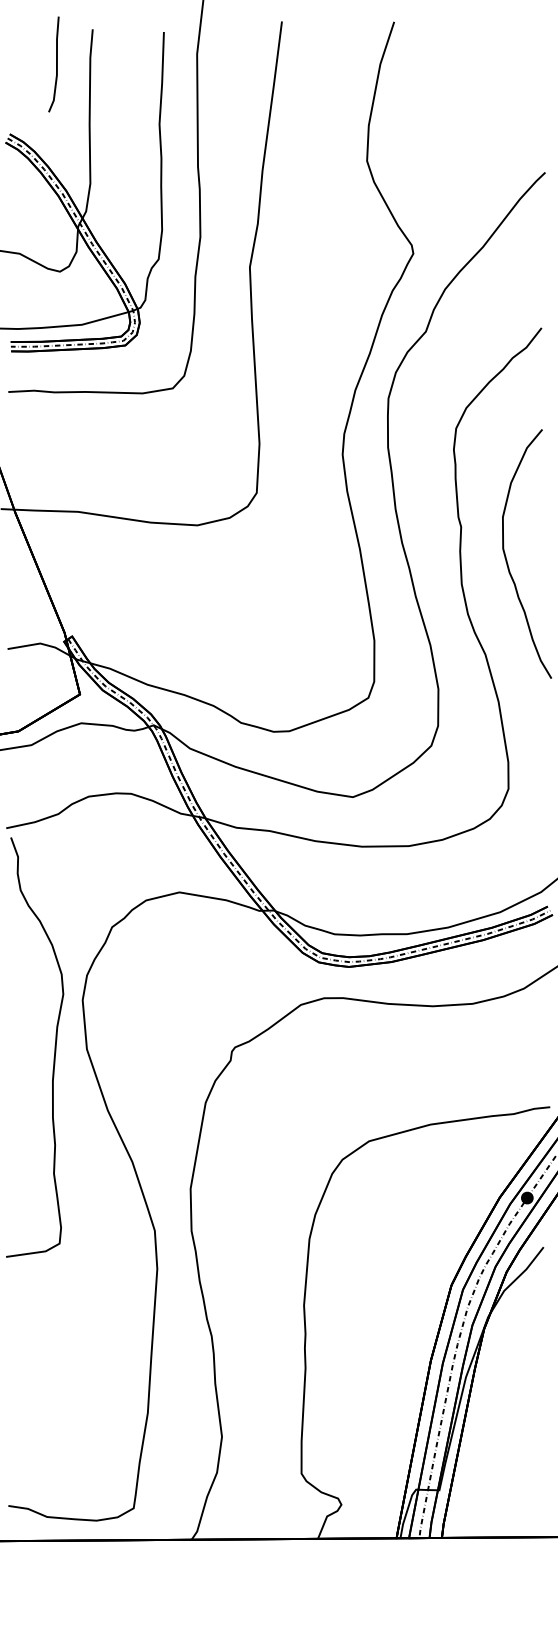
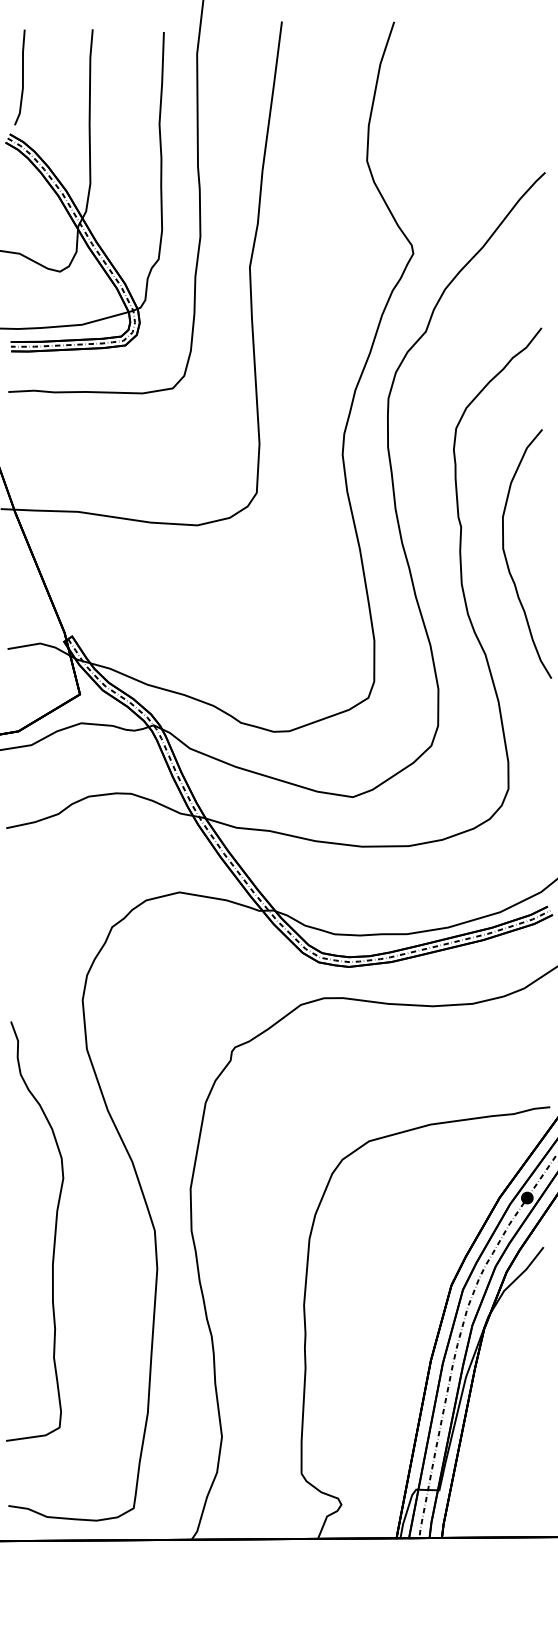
line at (56, 64) position: (56, 64) -> (22, 77)
curve at (54, 1047) position: (54, 1047) -> (54, 1231)
